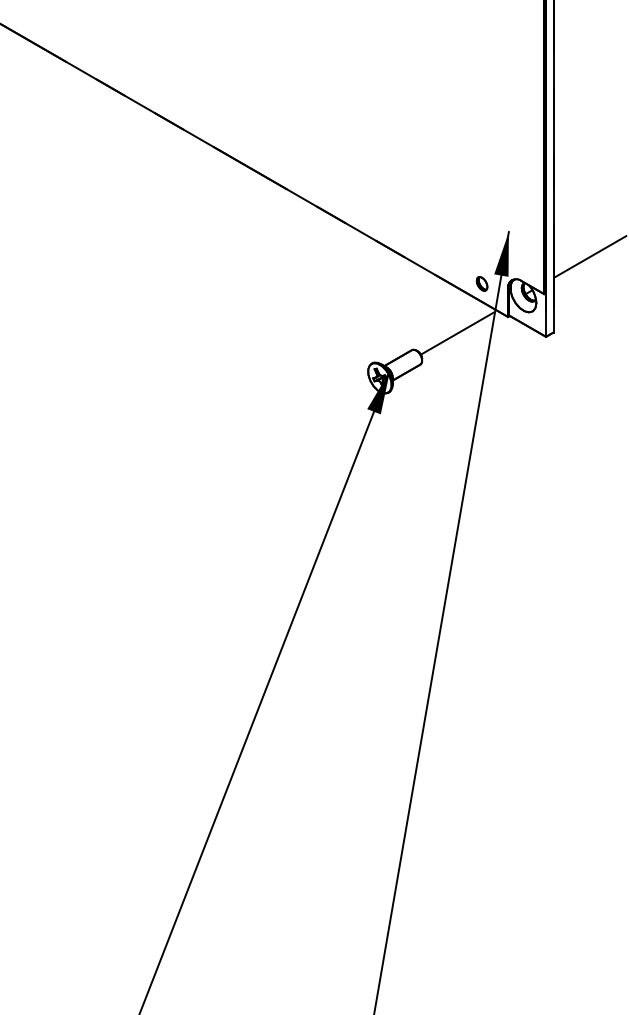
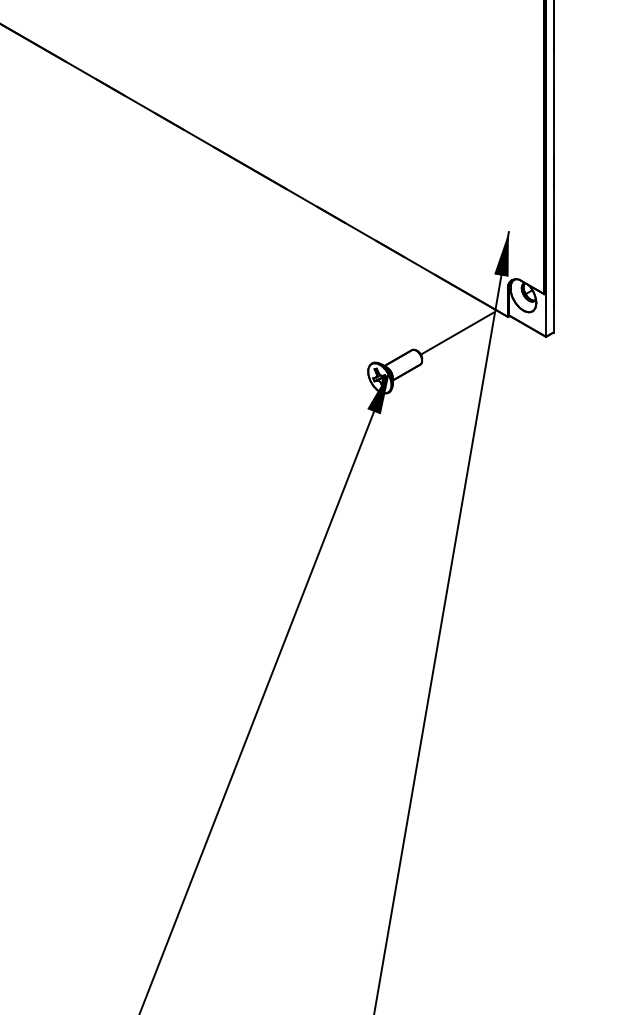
line at (589, 257): present -> none
part at (481, 283): present -> none
